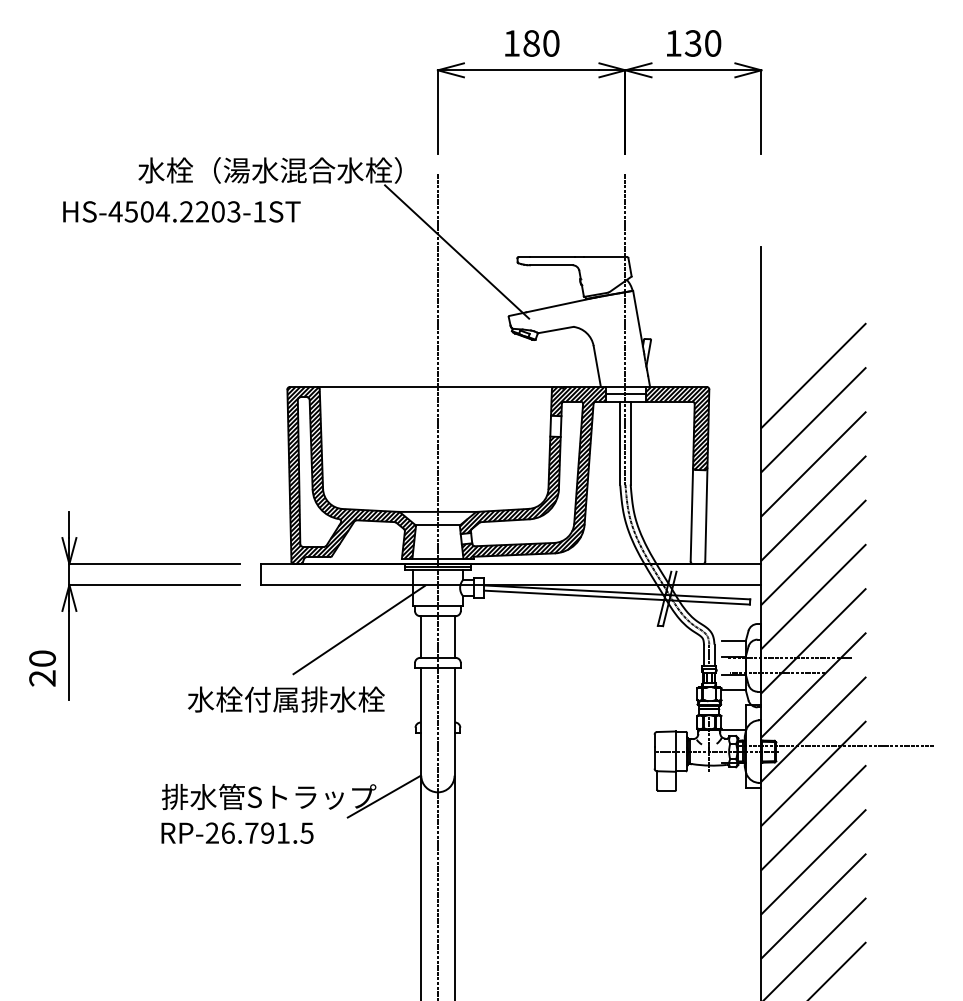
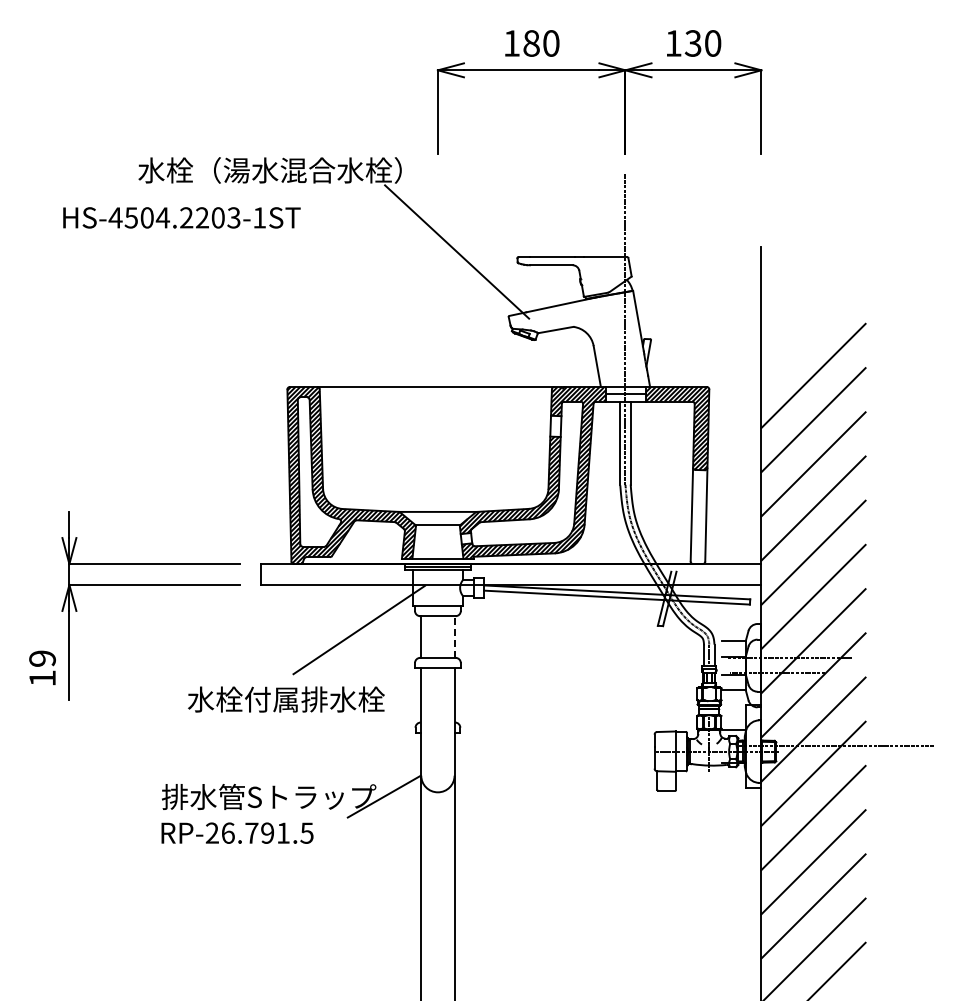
text at (181, 211) position: (181, 211) -> (181, 217)
line at (437, 585): present -> none
line at (454, 637): solid -> dashed
text at (42, 668): 20 -> 19
